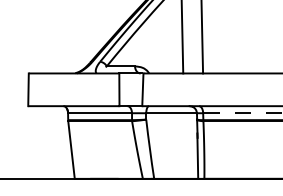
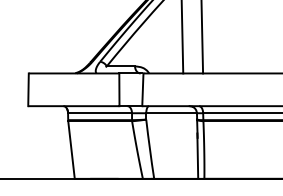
line at (242, 113): dashed -> solid
